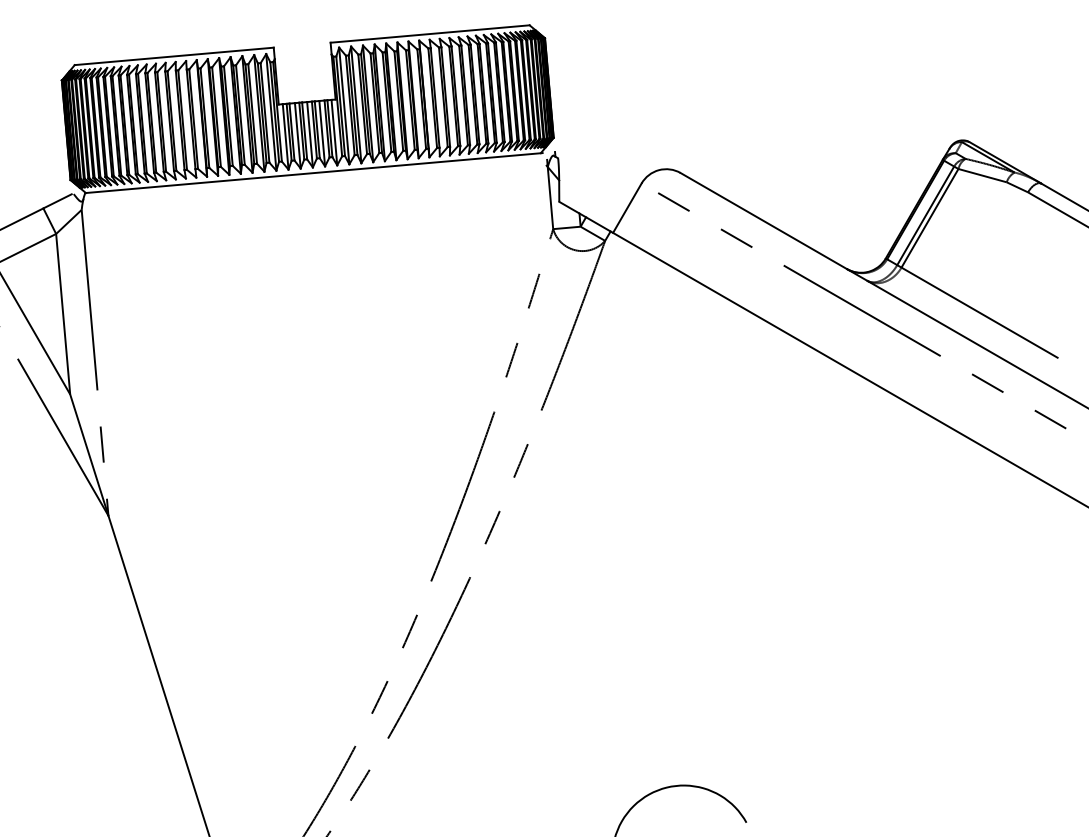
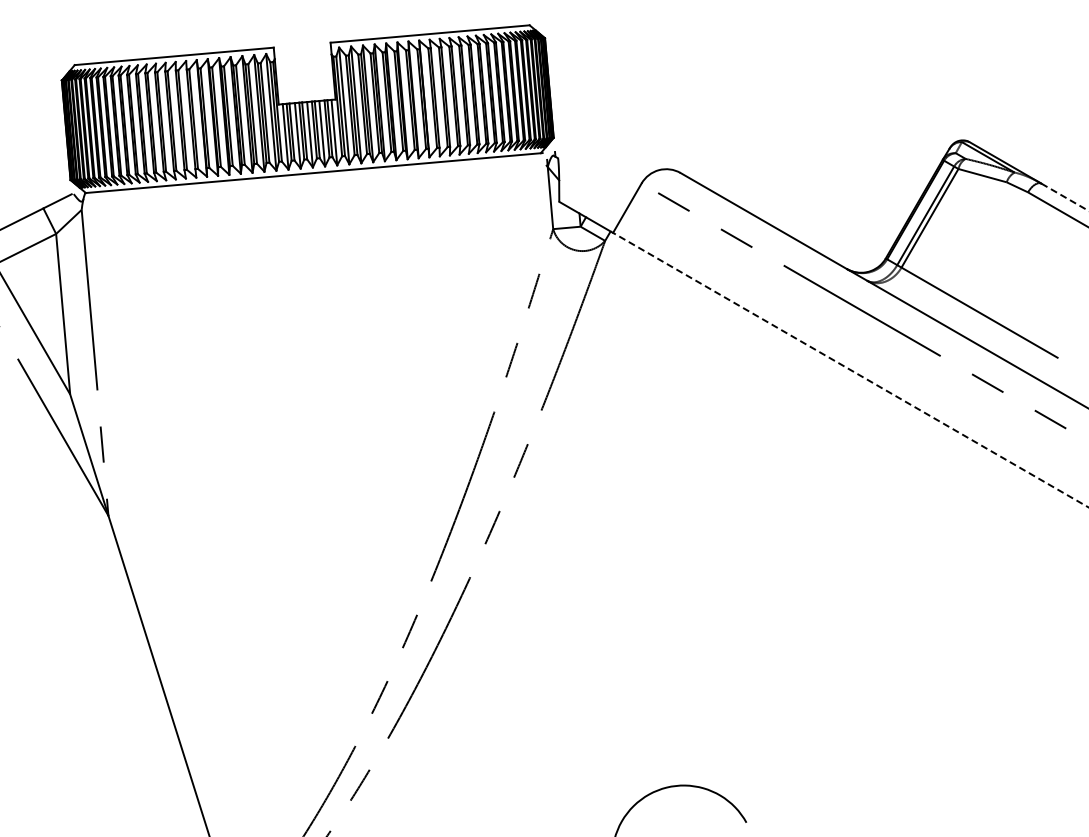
line at (1065, 197): solid -> dashed
line at (849, 369): solid -> dashed
